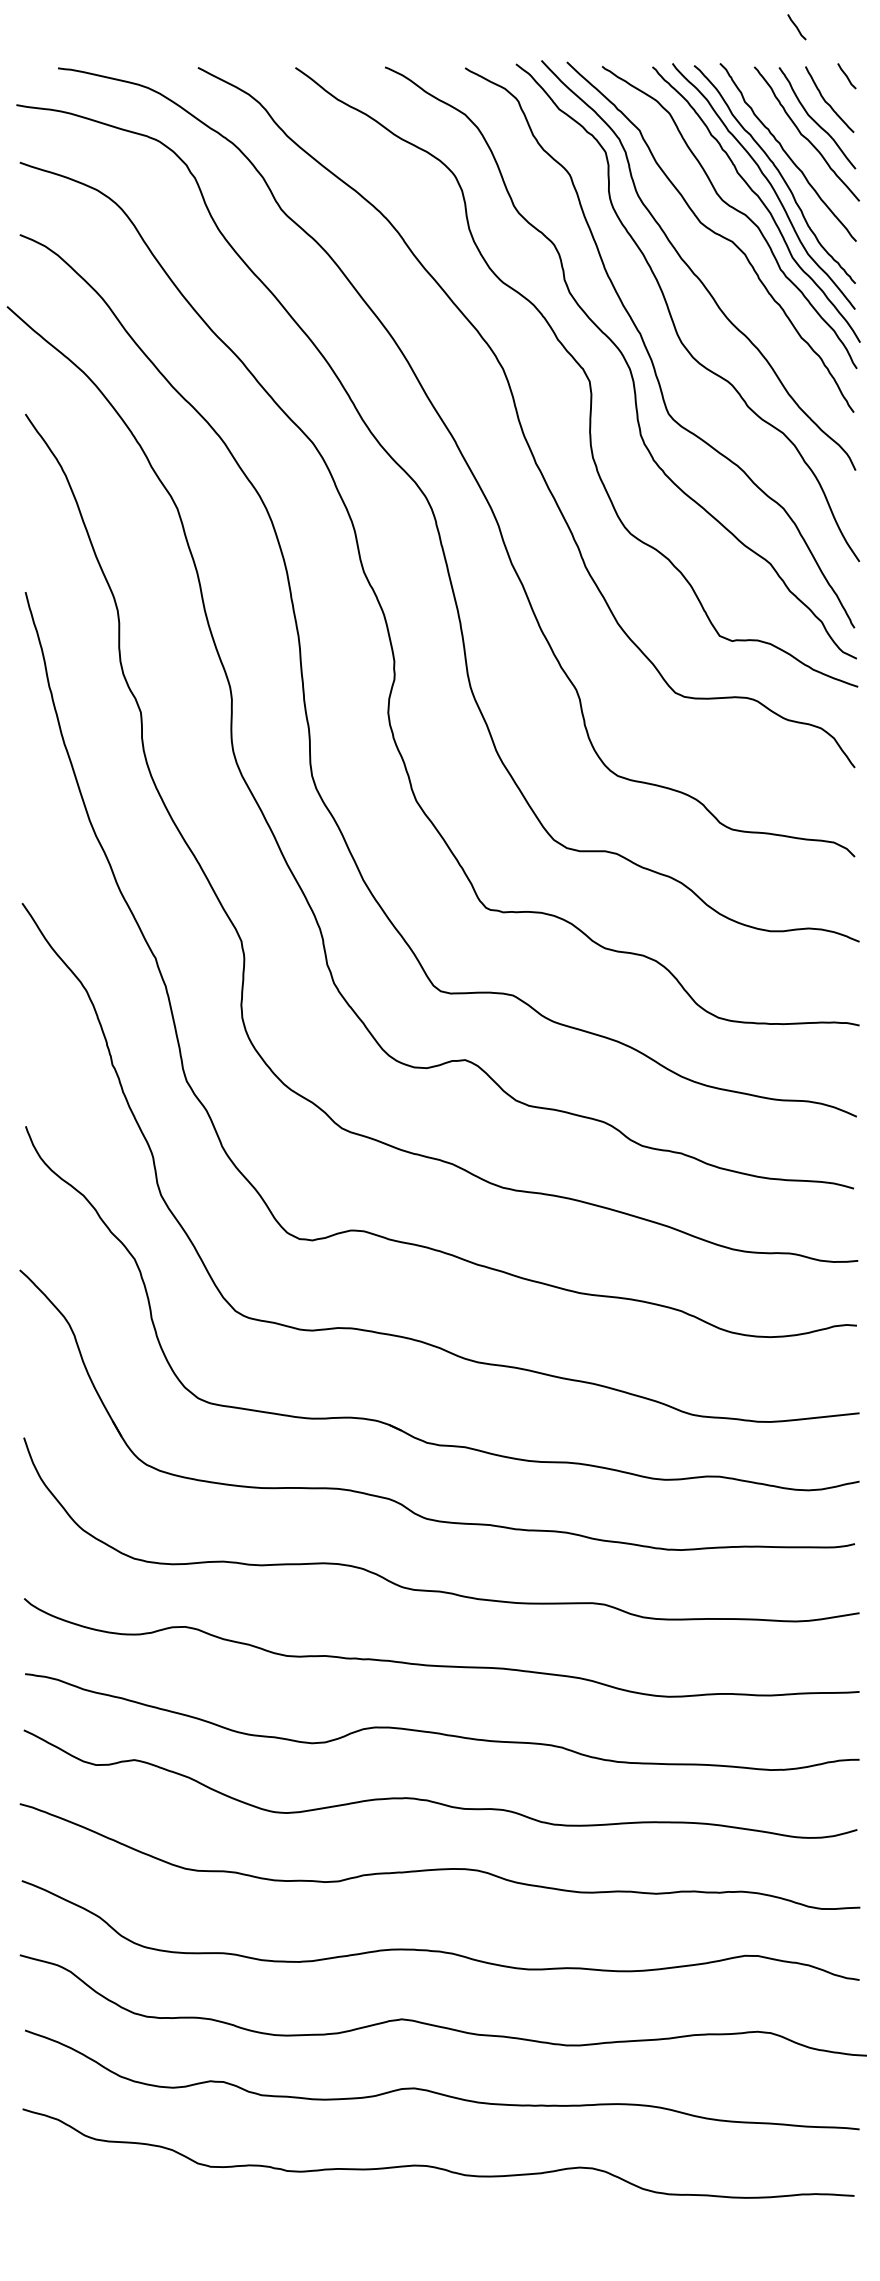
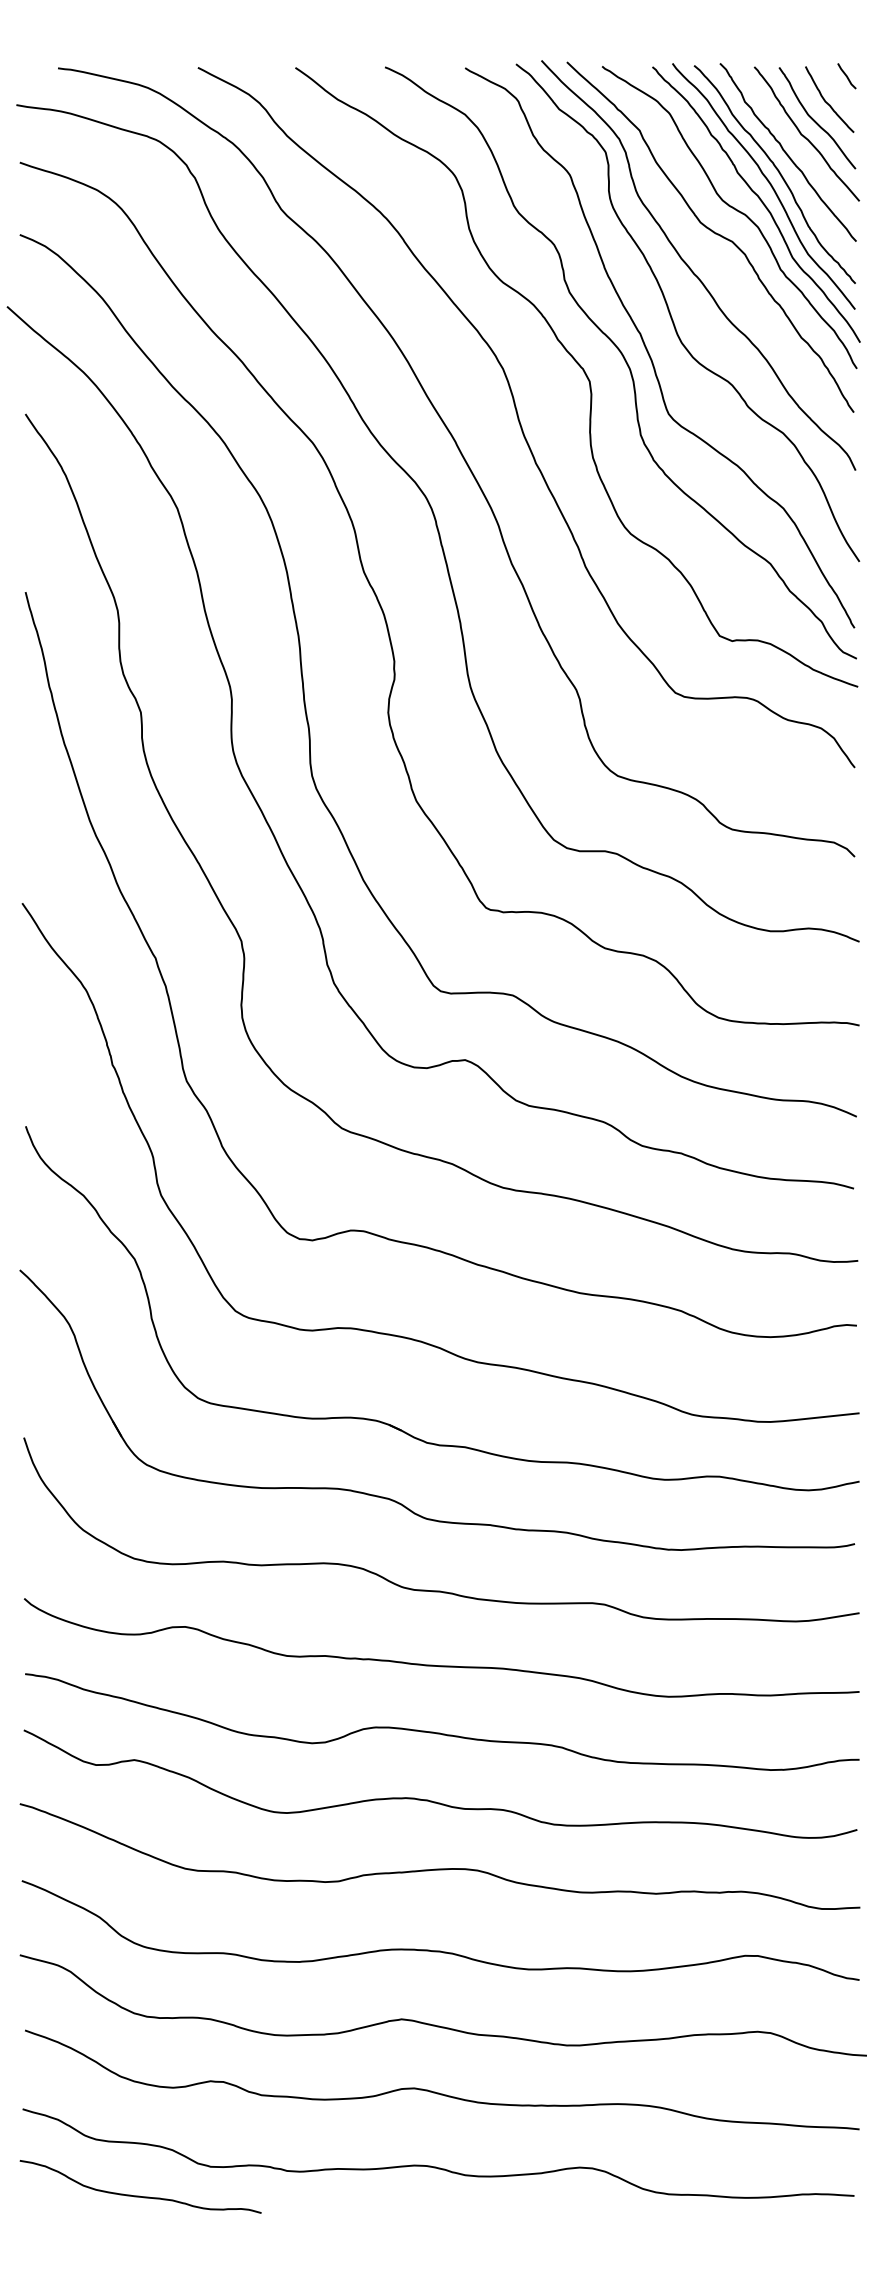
line at (796, 27): present -> none
curve at (139, 2195): none -> present
